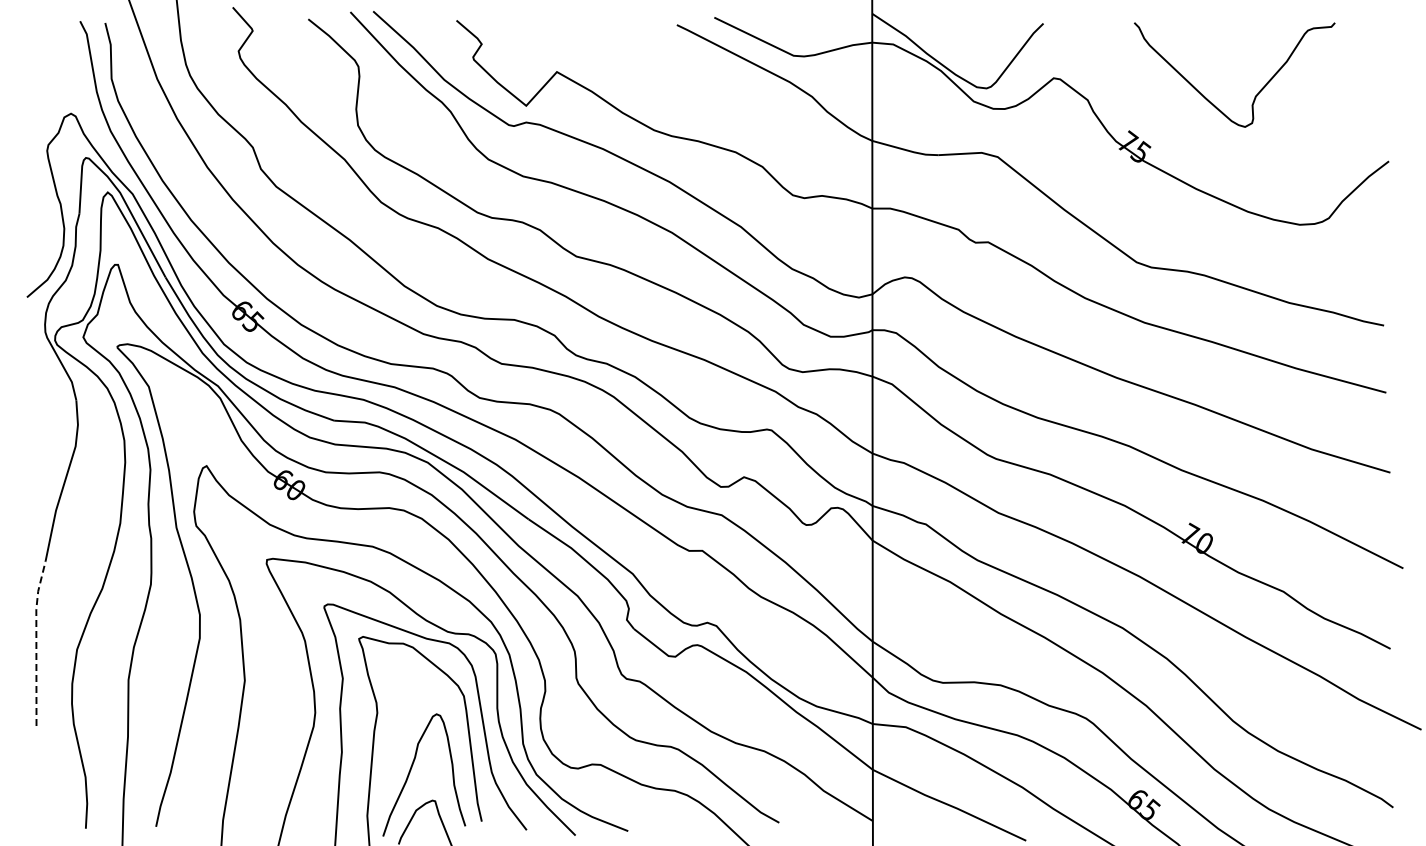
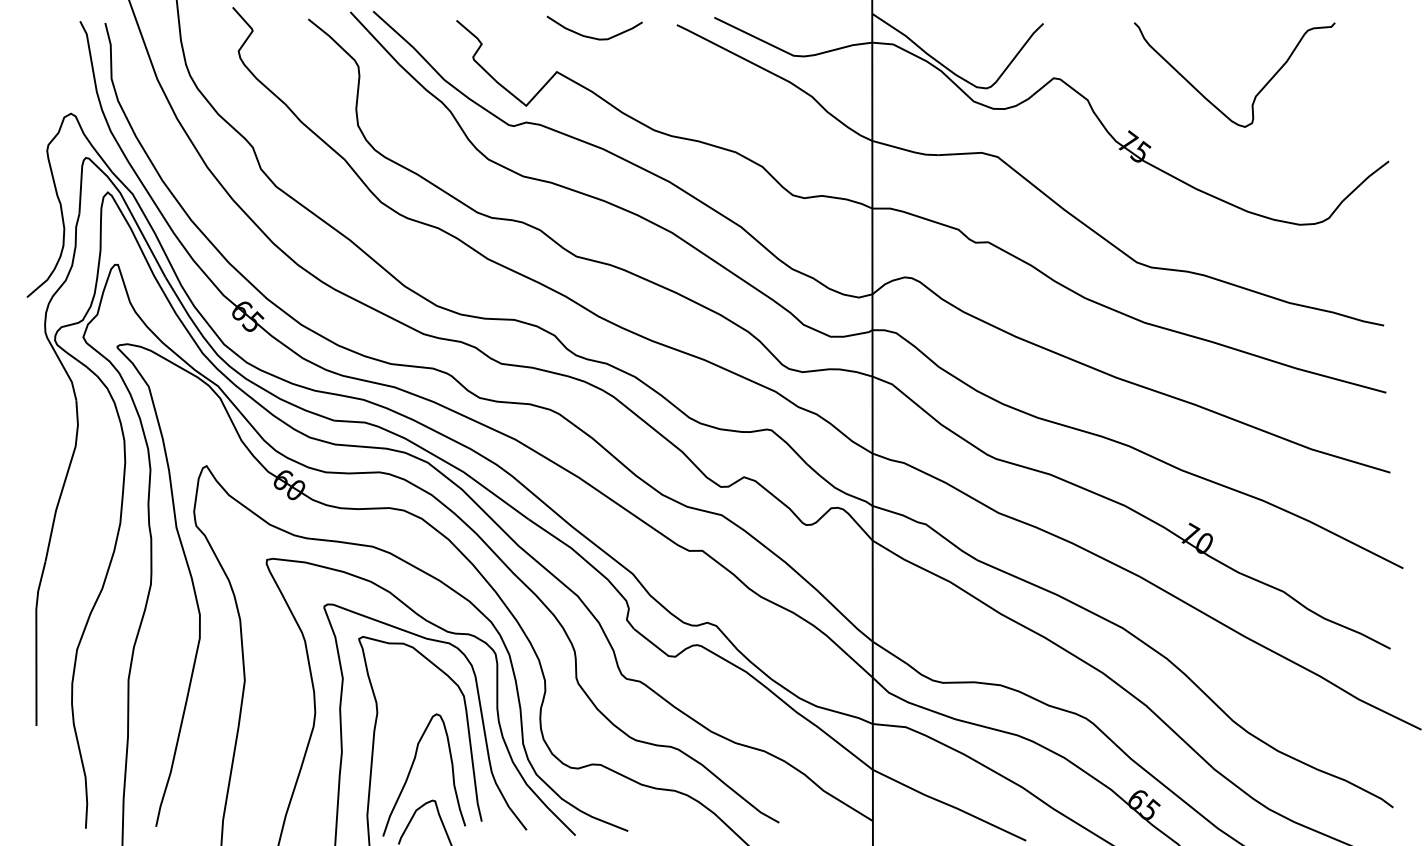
curve at (591, 36): none -> present
line at (36, 641): dashed -> solid
